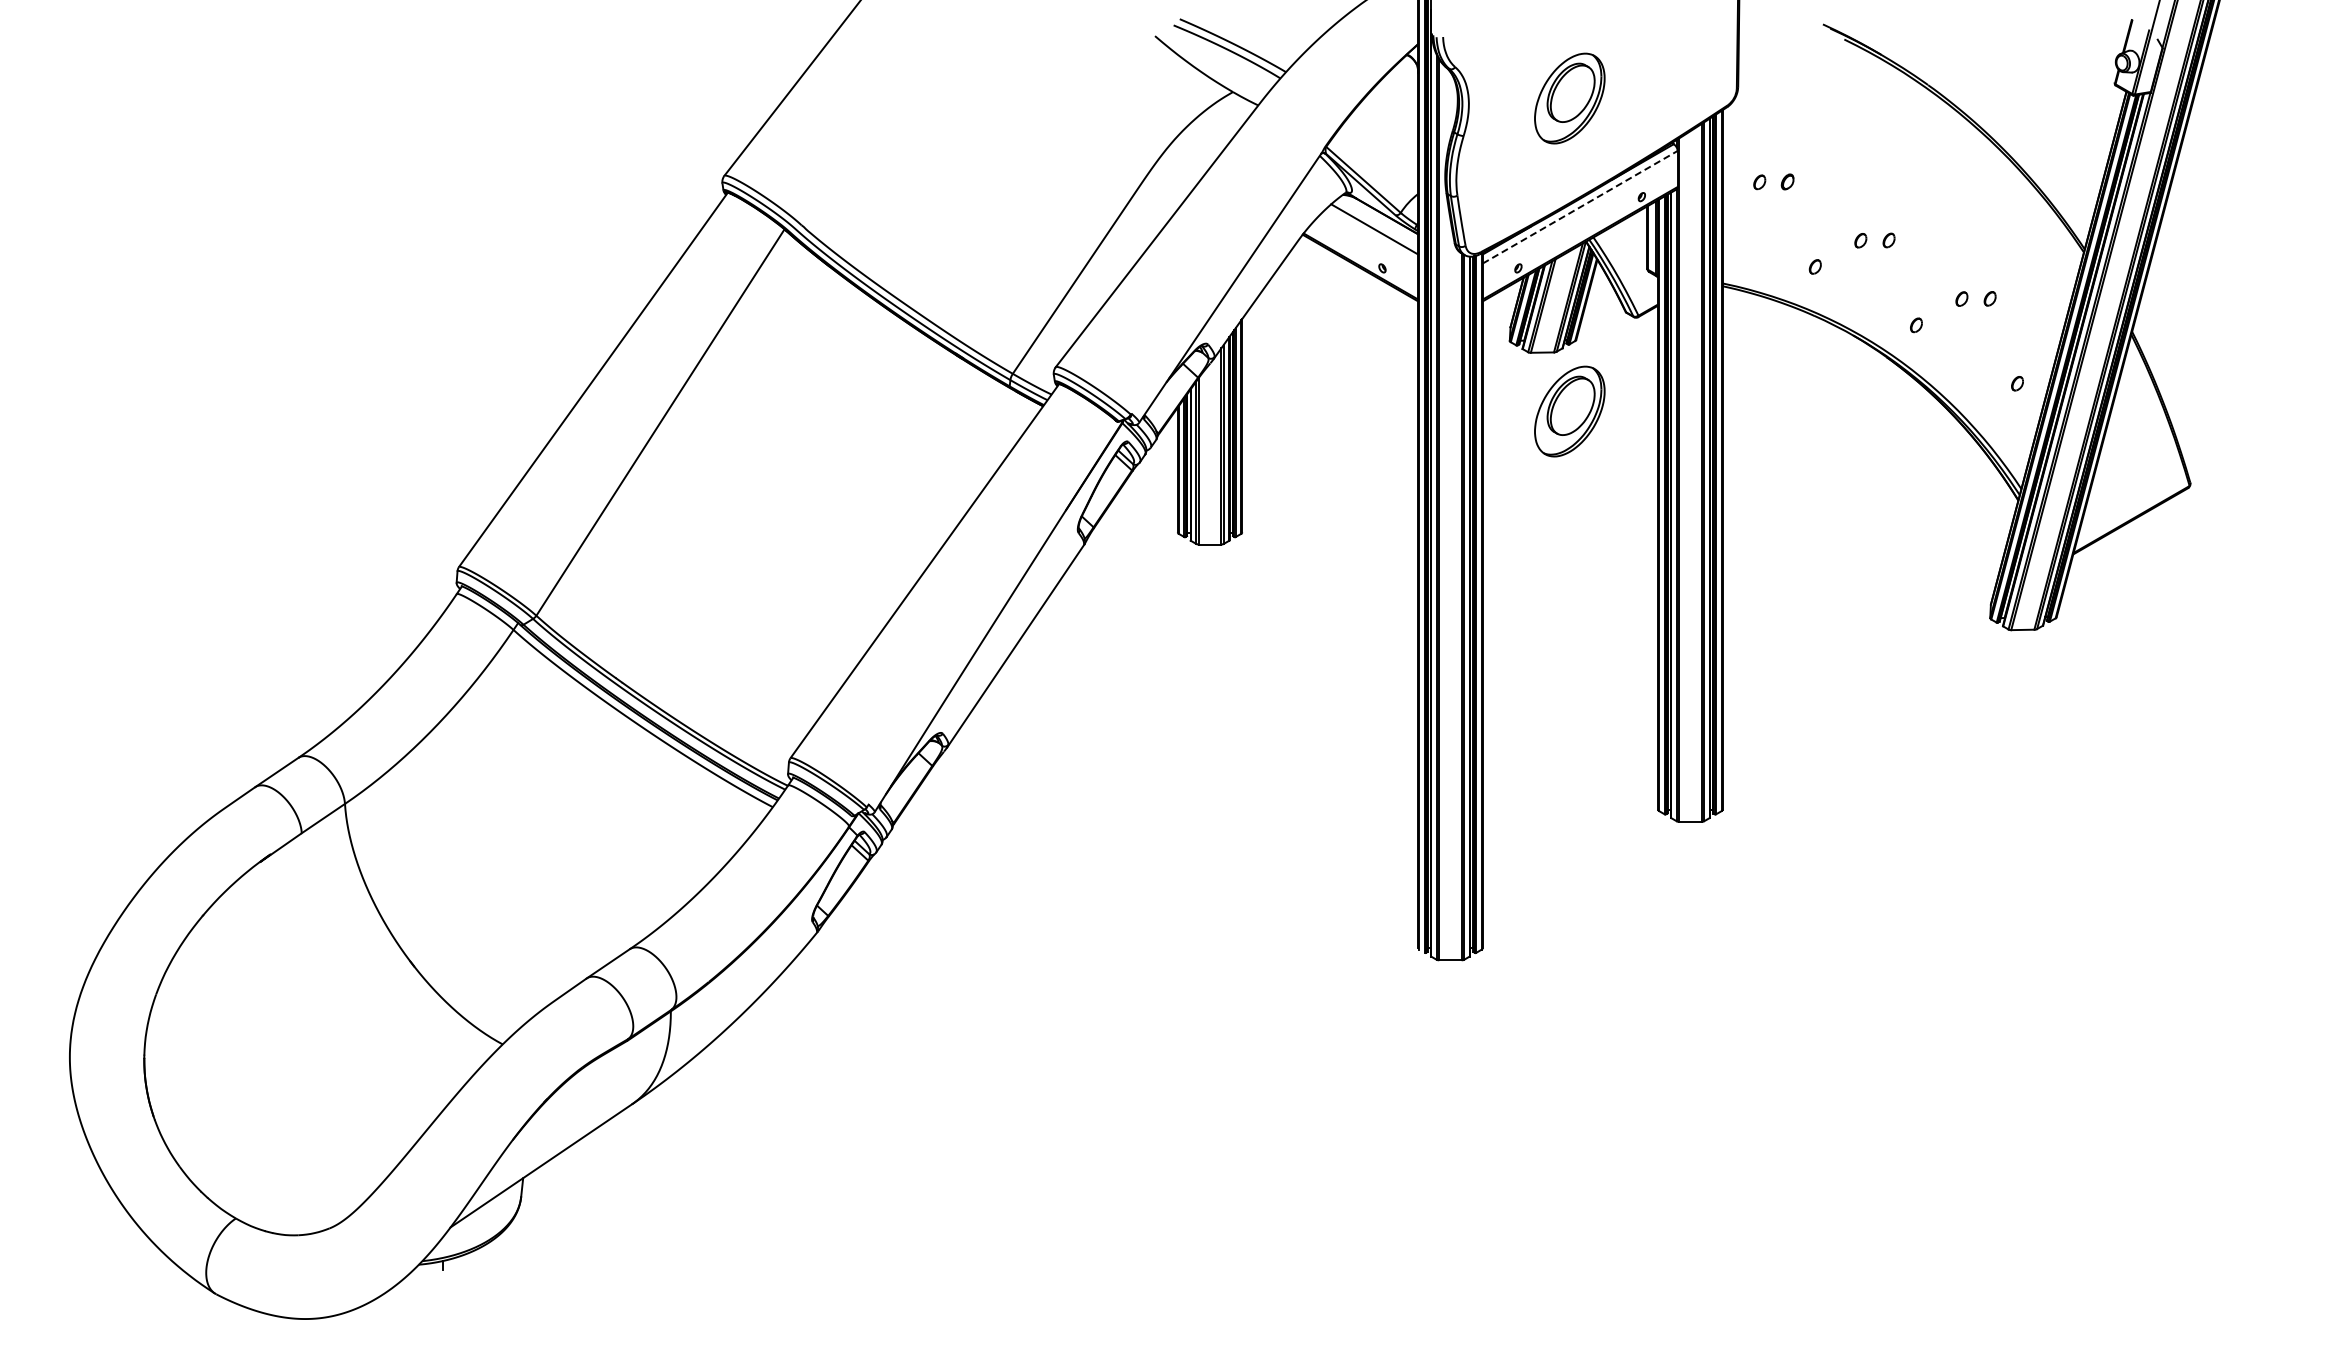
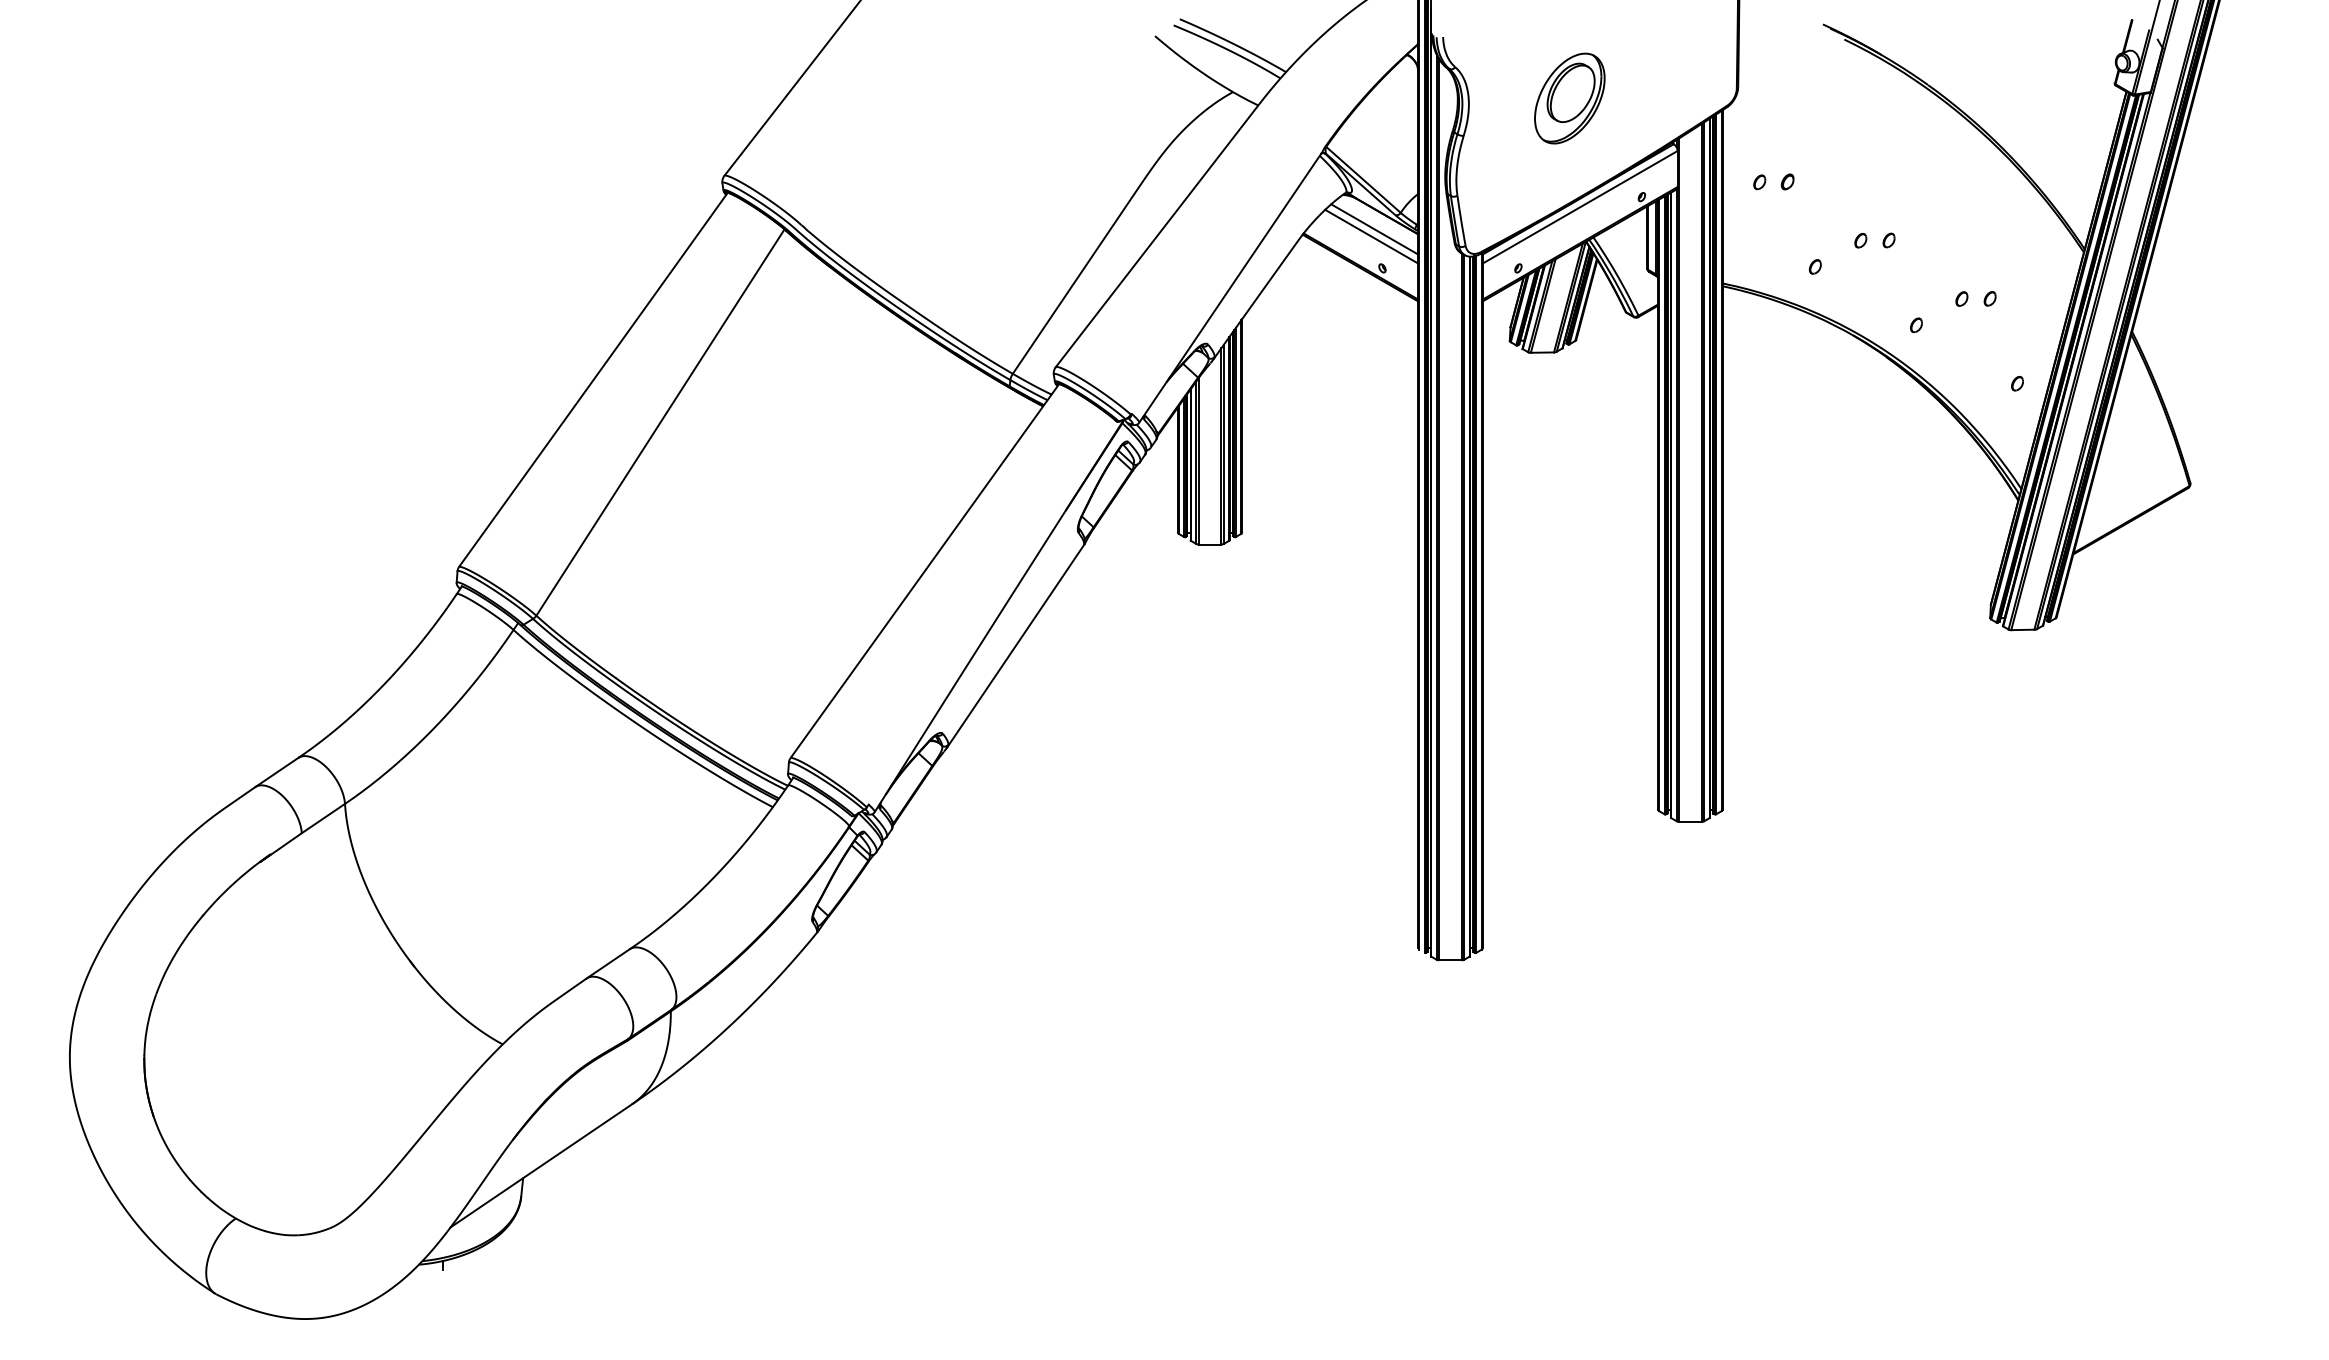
line at (1580, 207): dashed -> solid
line at (1371, 236): none -> present
part at (1569, 411): present -> none
